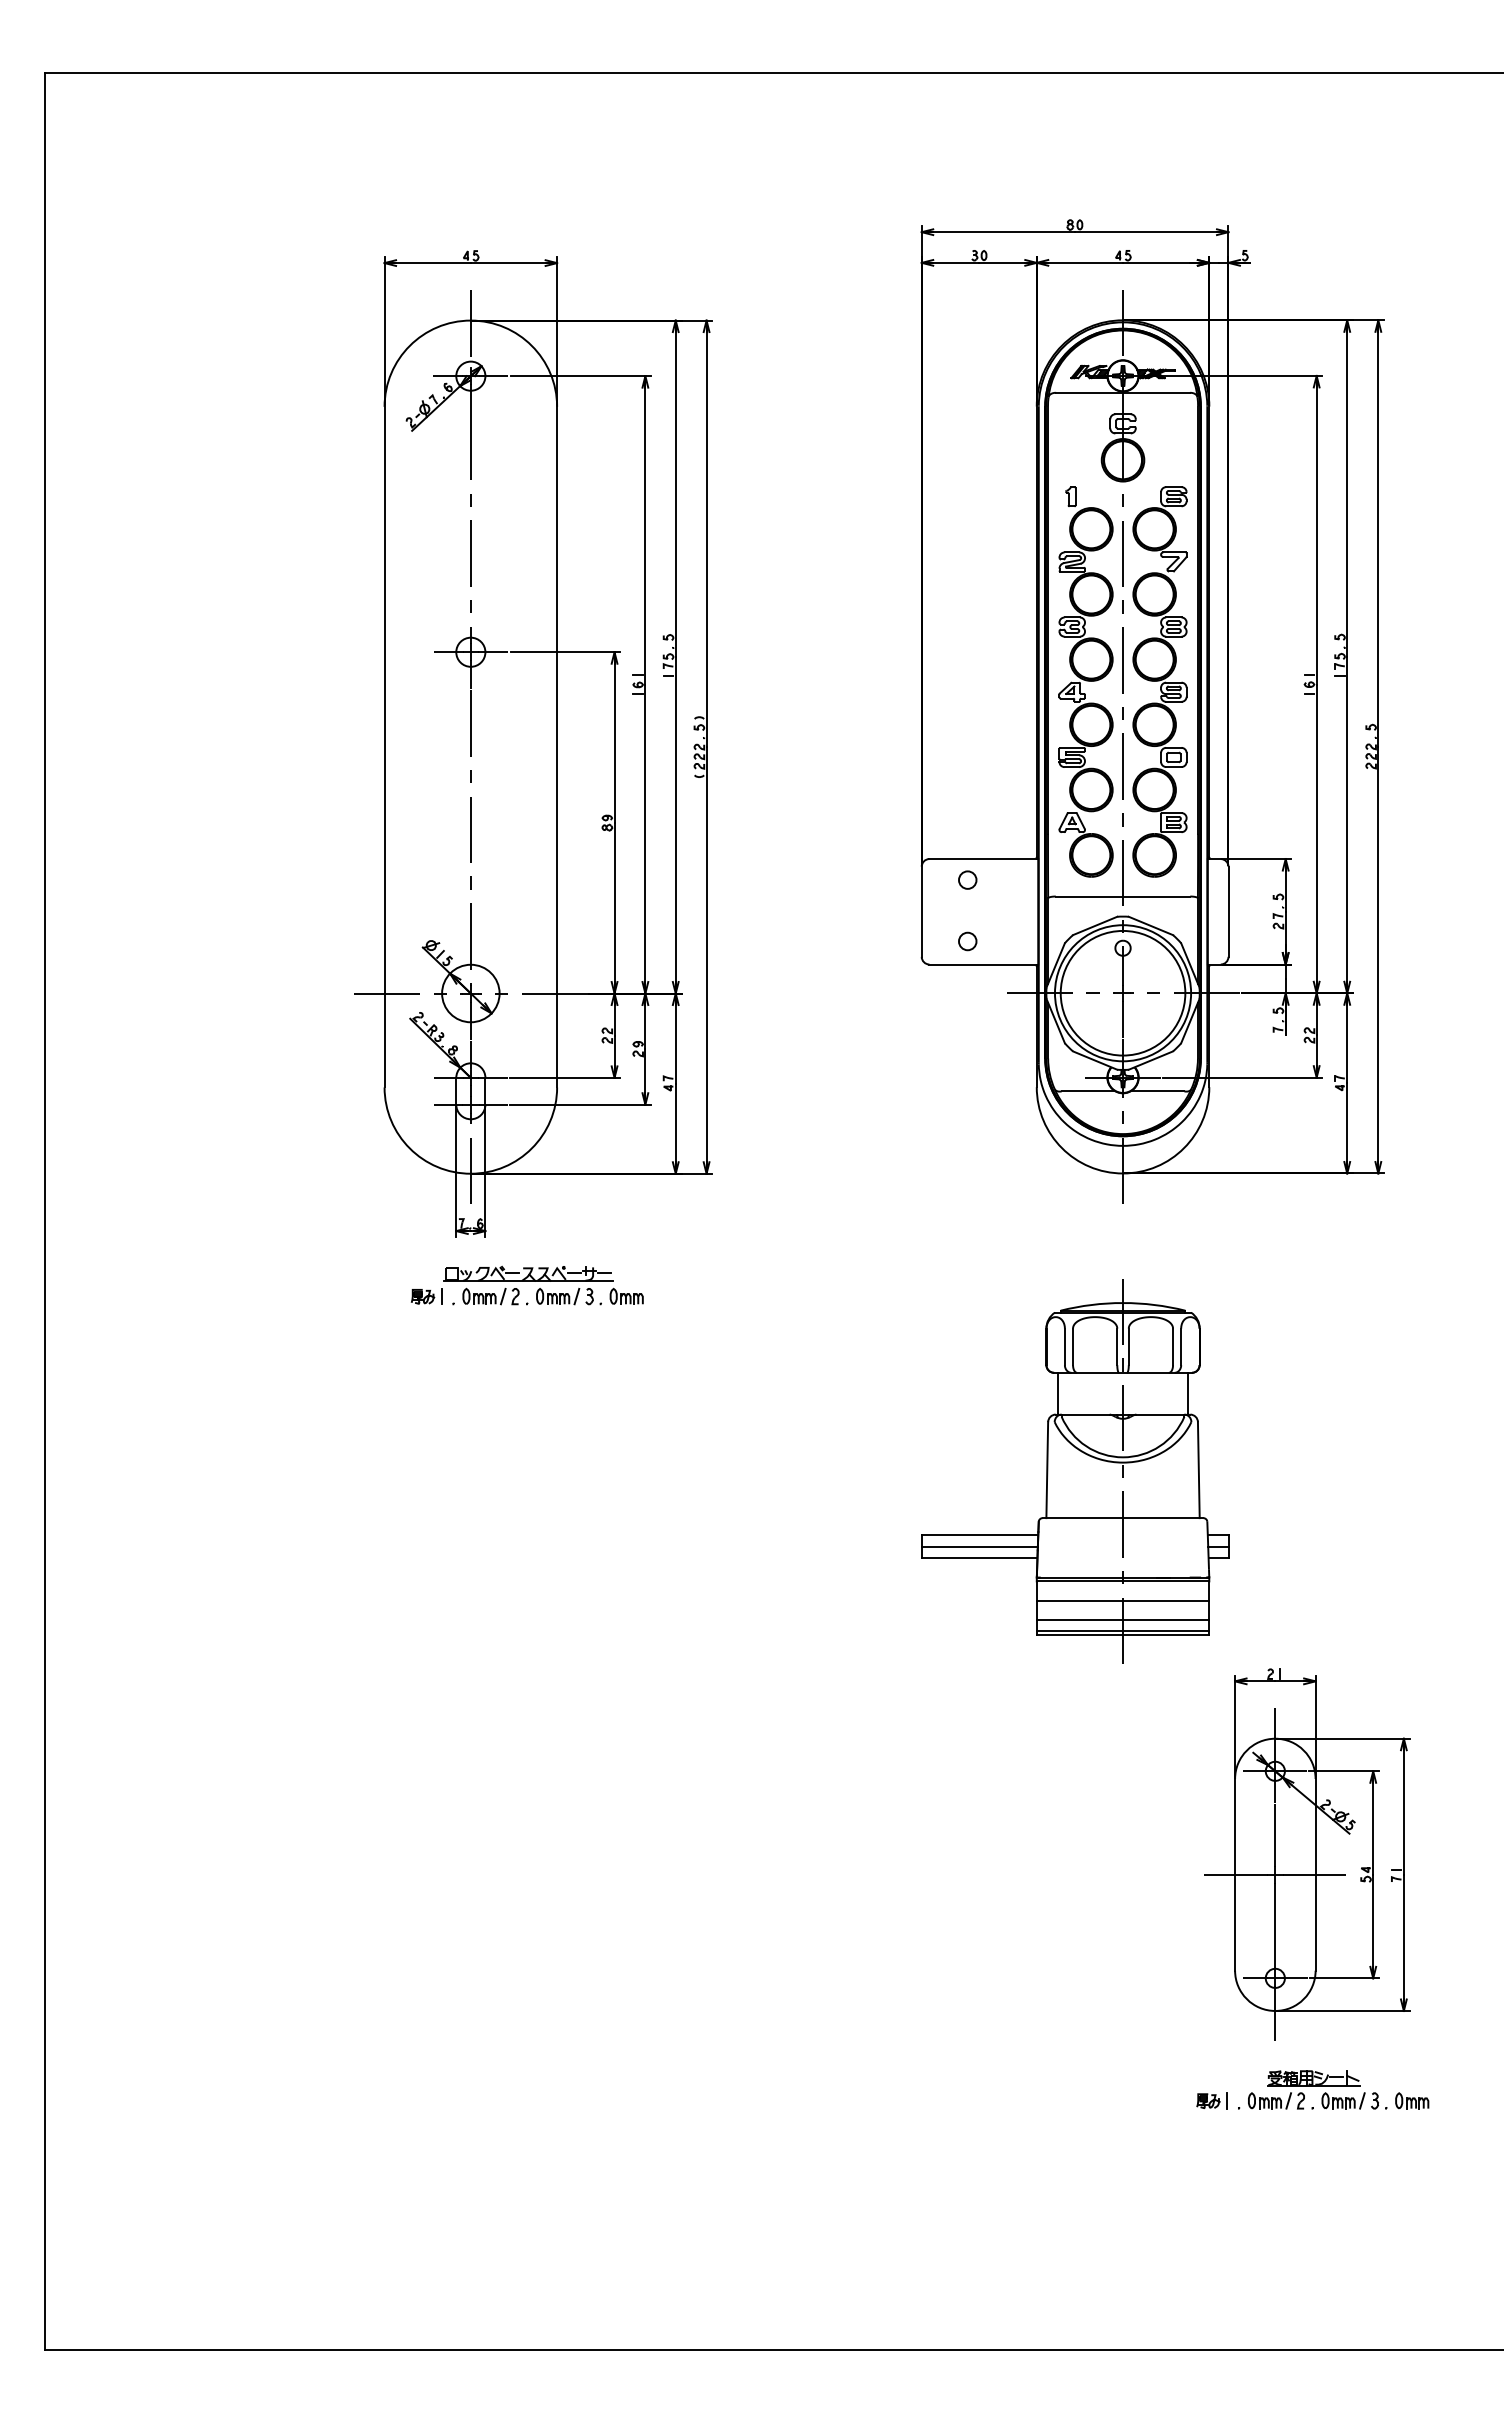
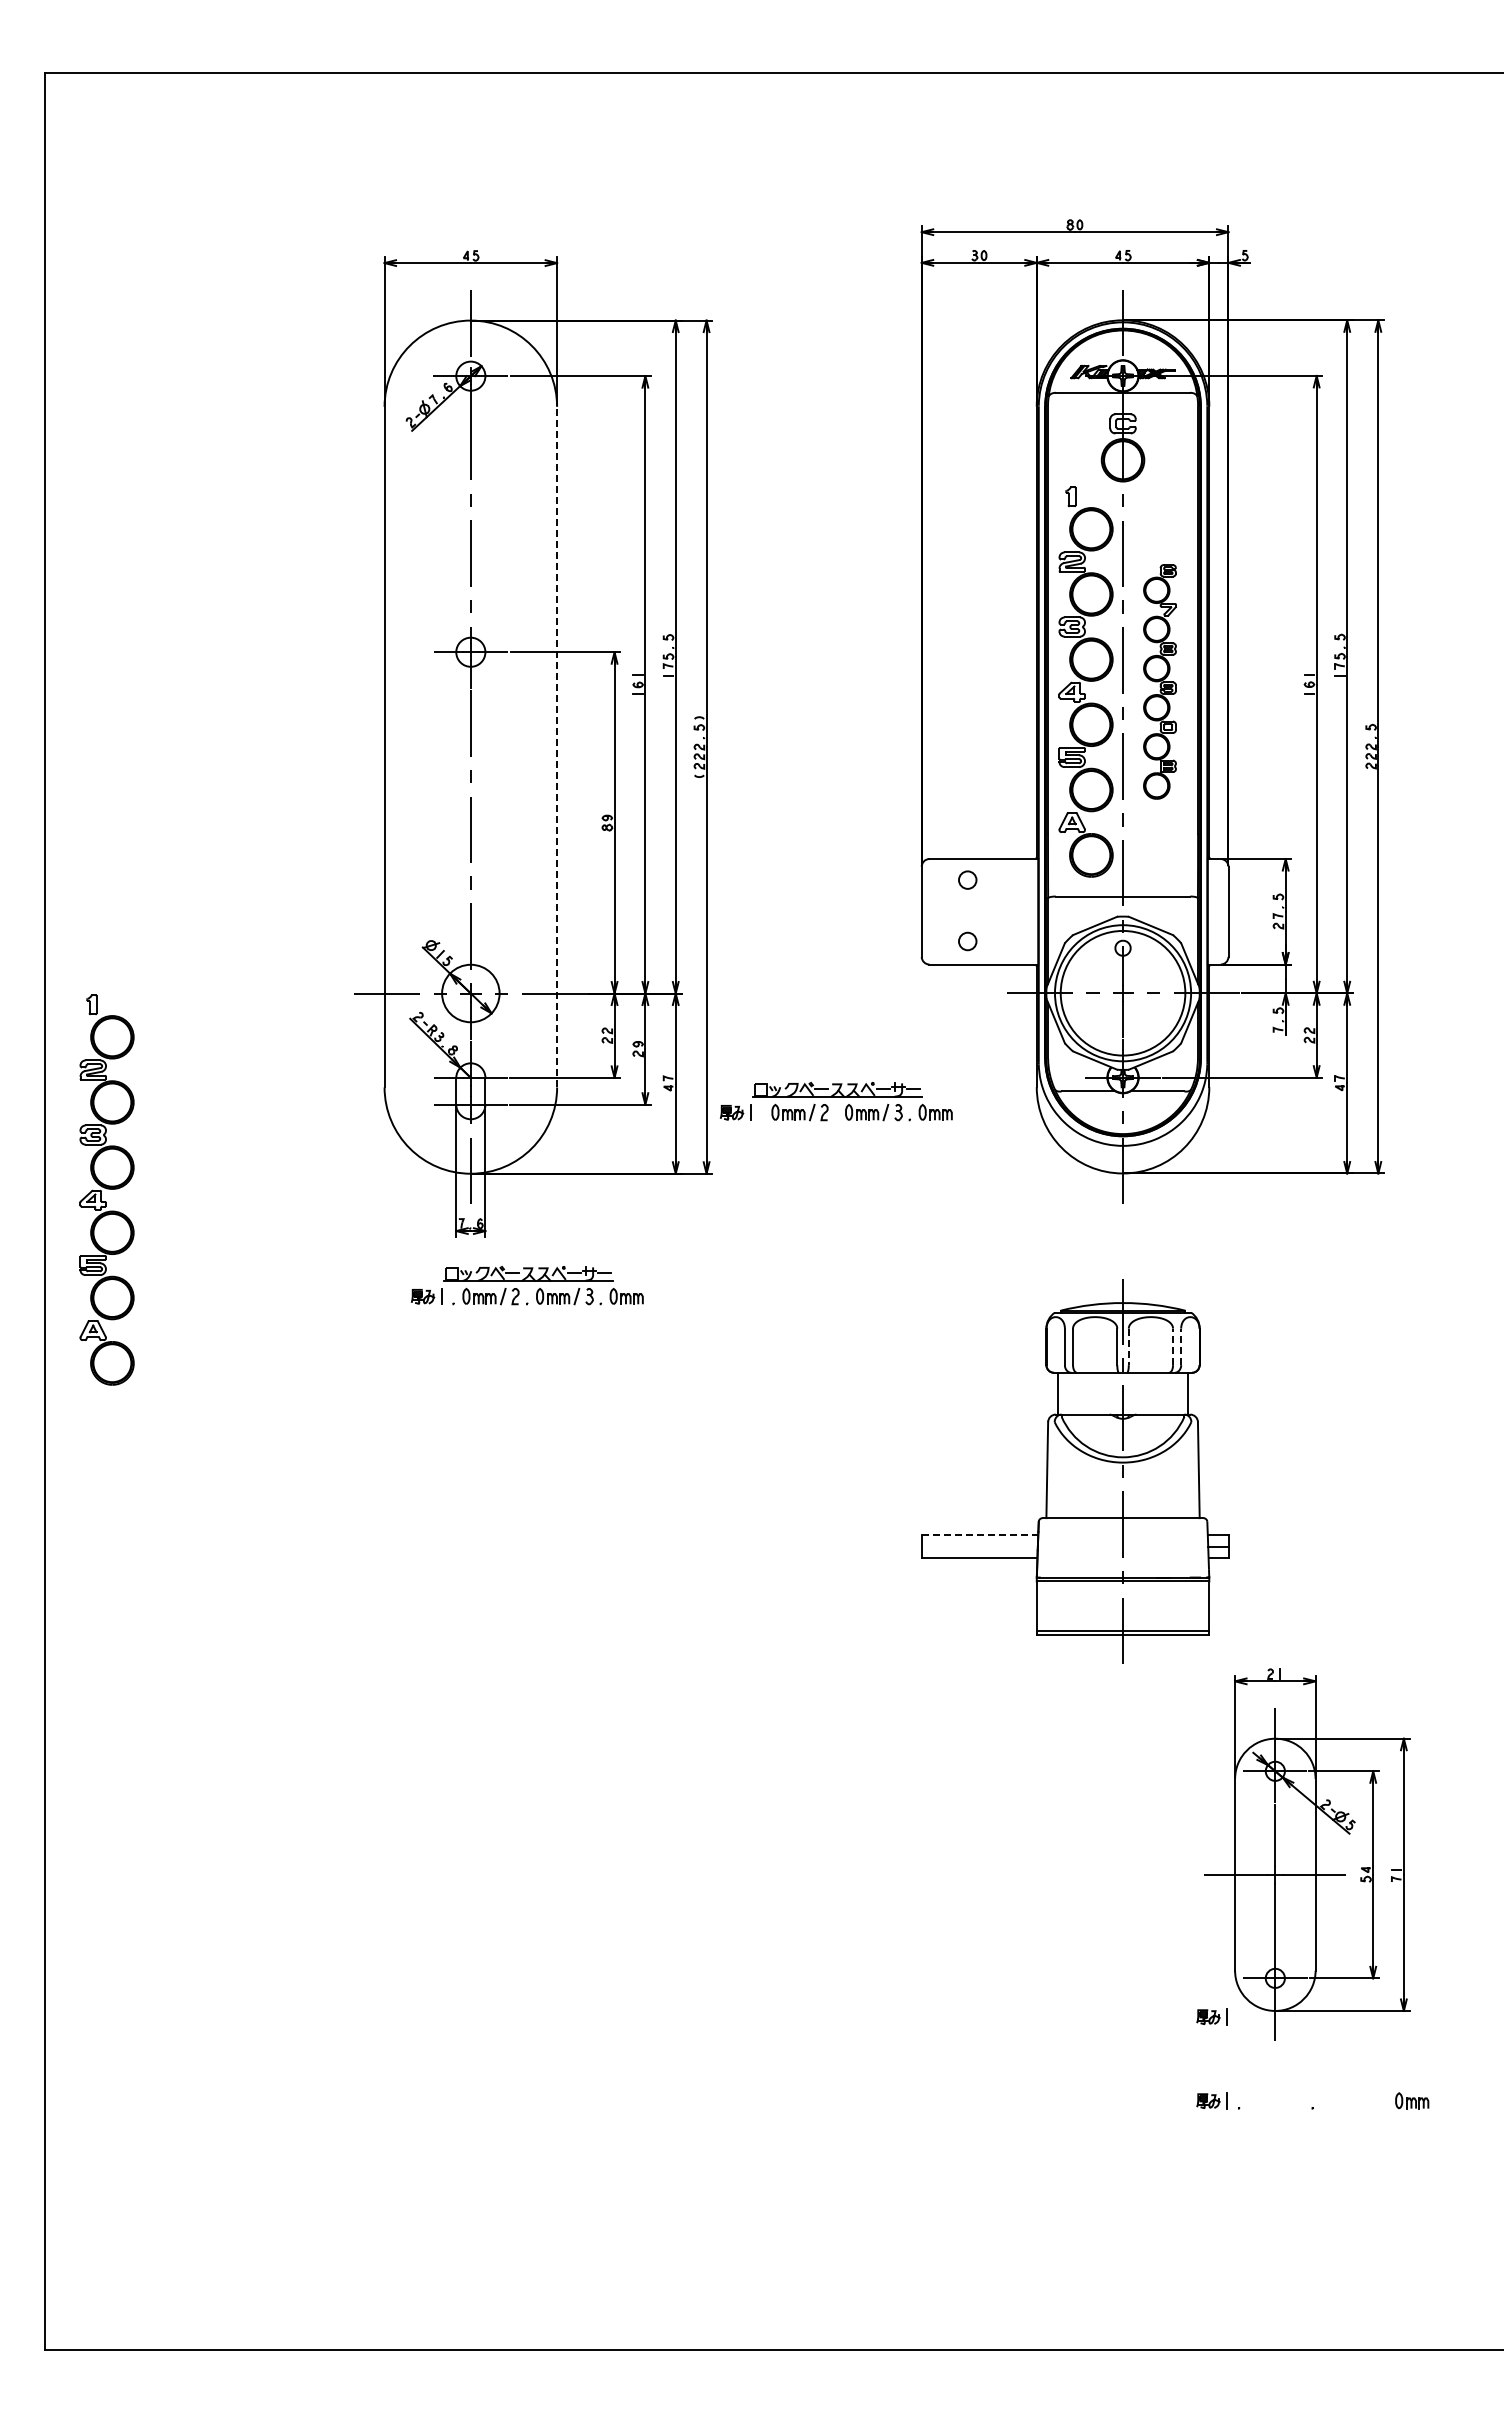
part at (1159, 681) size: 56x392 px -> 34x236 px
line at (557, 746): solid -> dashed
part at (835, 1101): none -> present
part at (106, 1189): none -> present
line at (1173, 1346): solid -> dashed
line at (1181, 1346): solid -> dashed
line at (1128, 1347): solid -> dashed
line at (980, 1535): solid -> dashed
line at (979, 1546): present -> none
line at (1122, 1600): present -> none
line at (1122, 1619): present -> none
part at (1211, 2016): none -> present
part at (1317, 2089): present -> none
